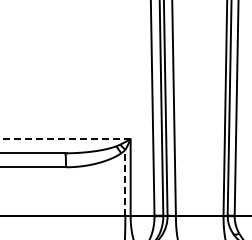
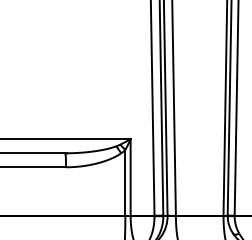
line at (65, 139): dashed -> solid
line at (125, 182): dashed -> solid
